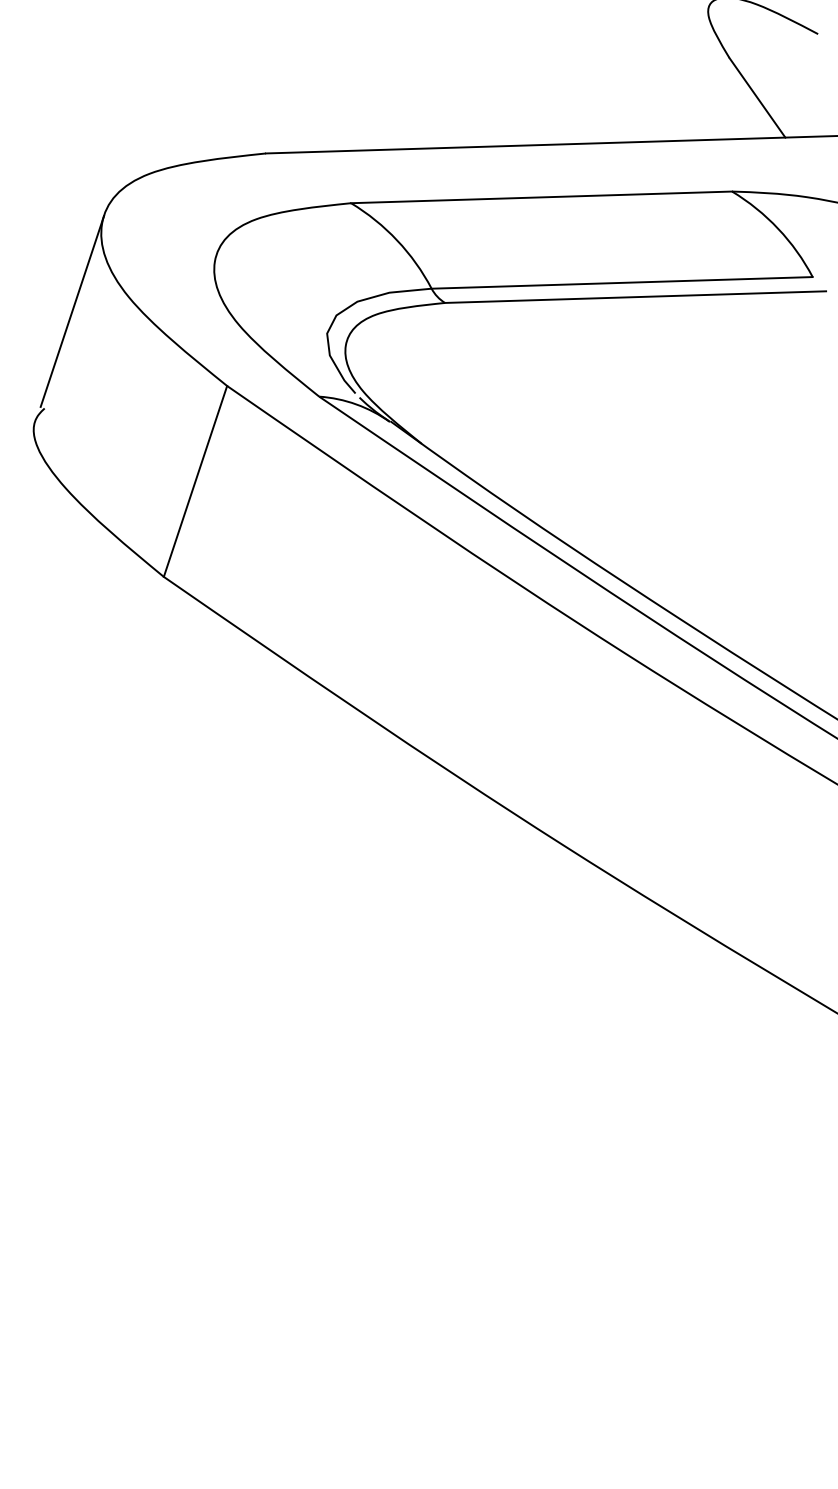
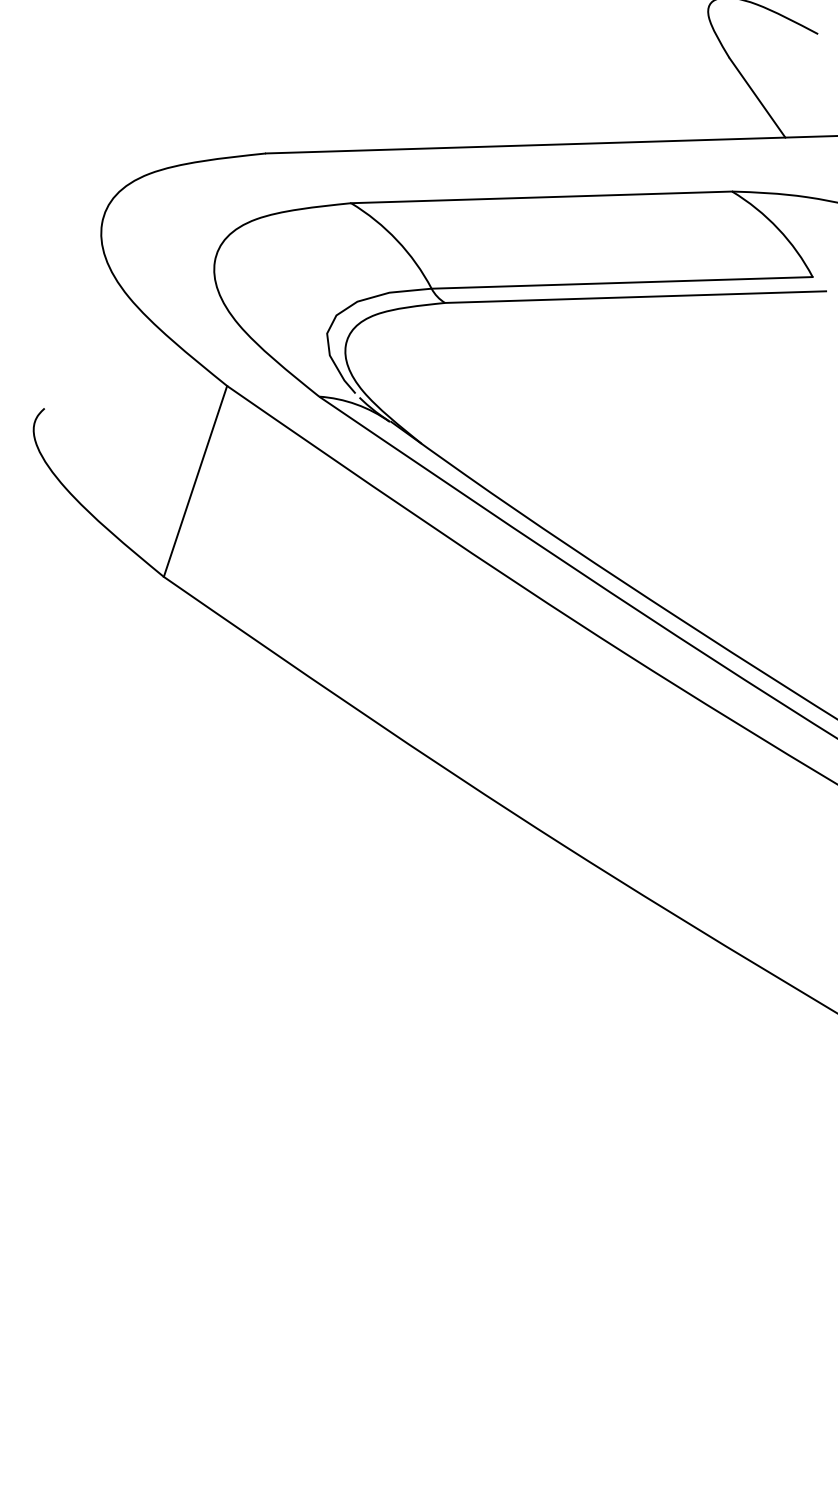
line at (72, 311): present -> none
